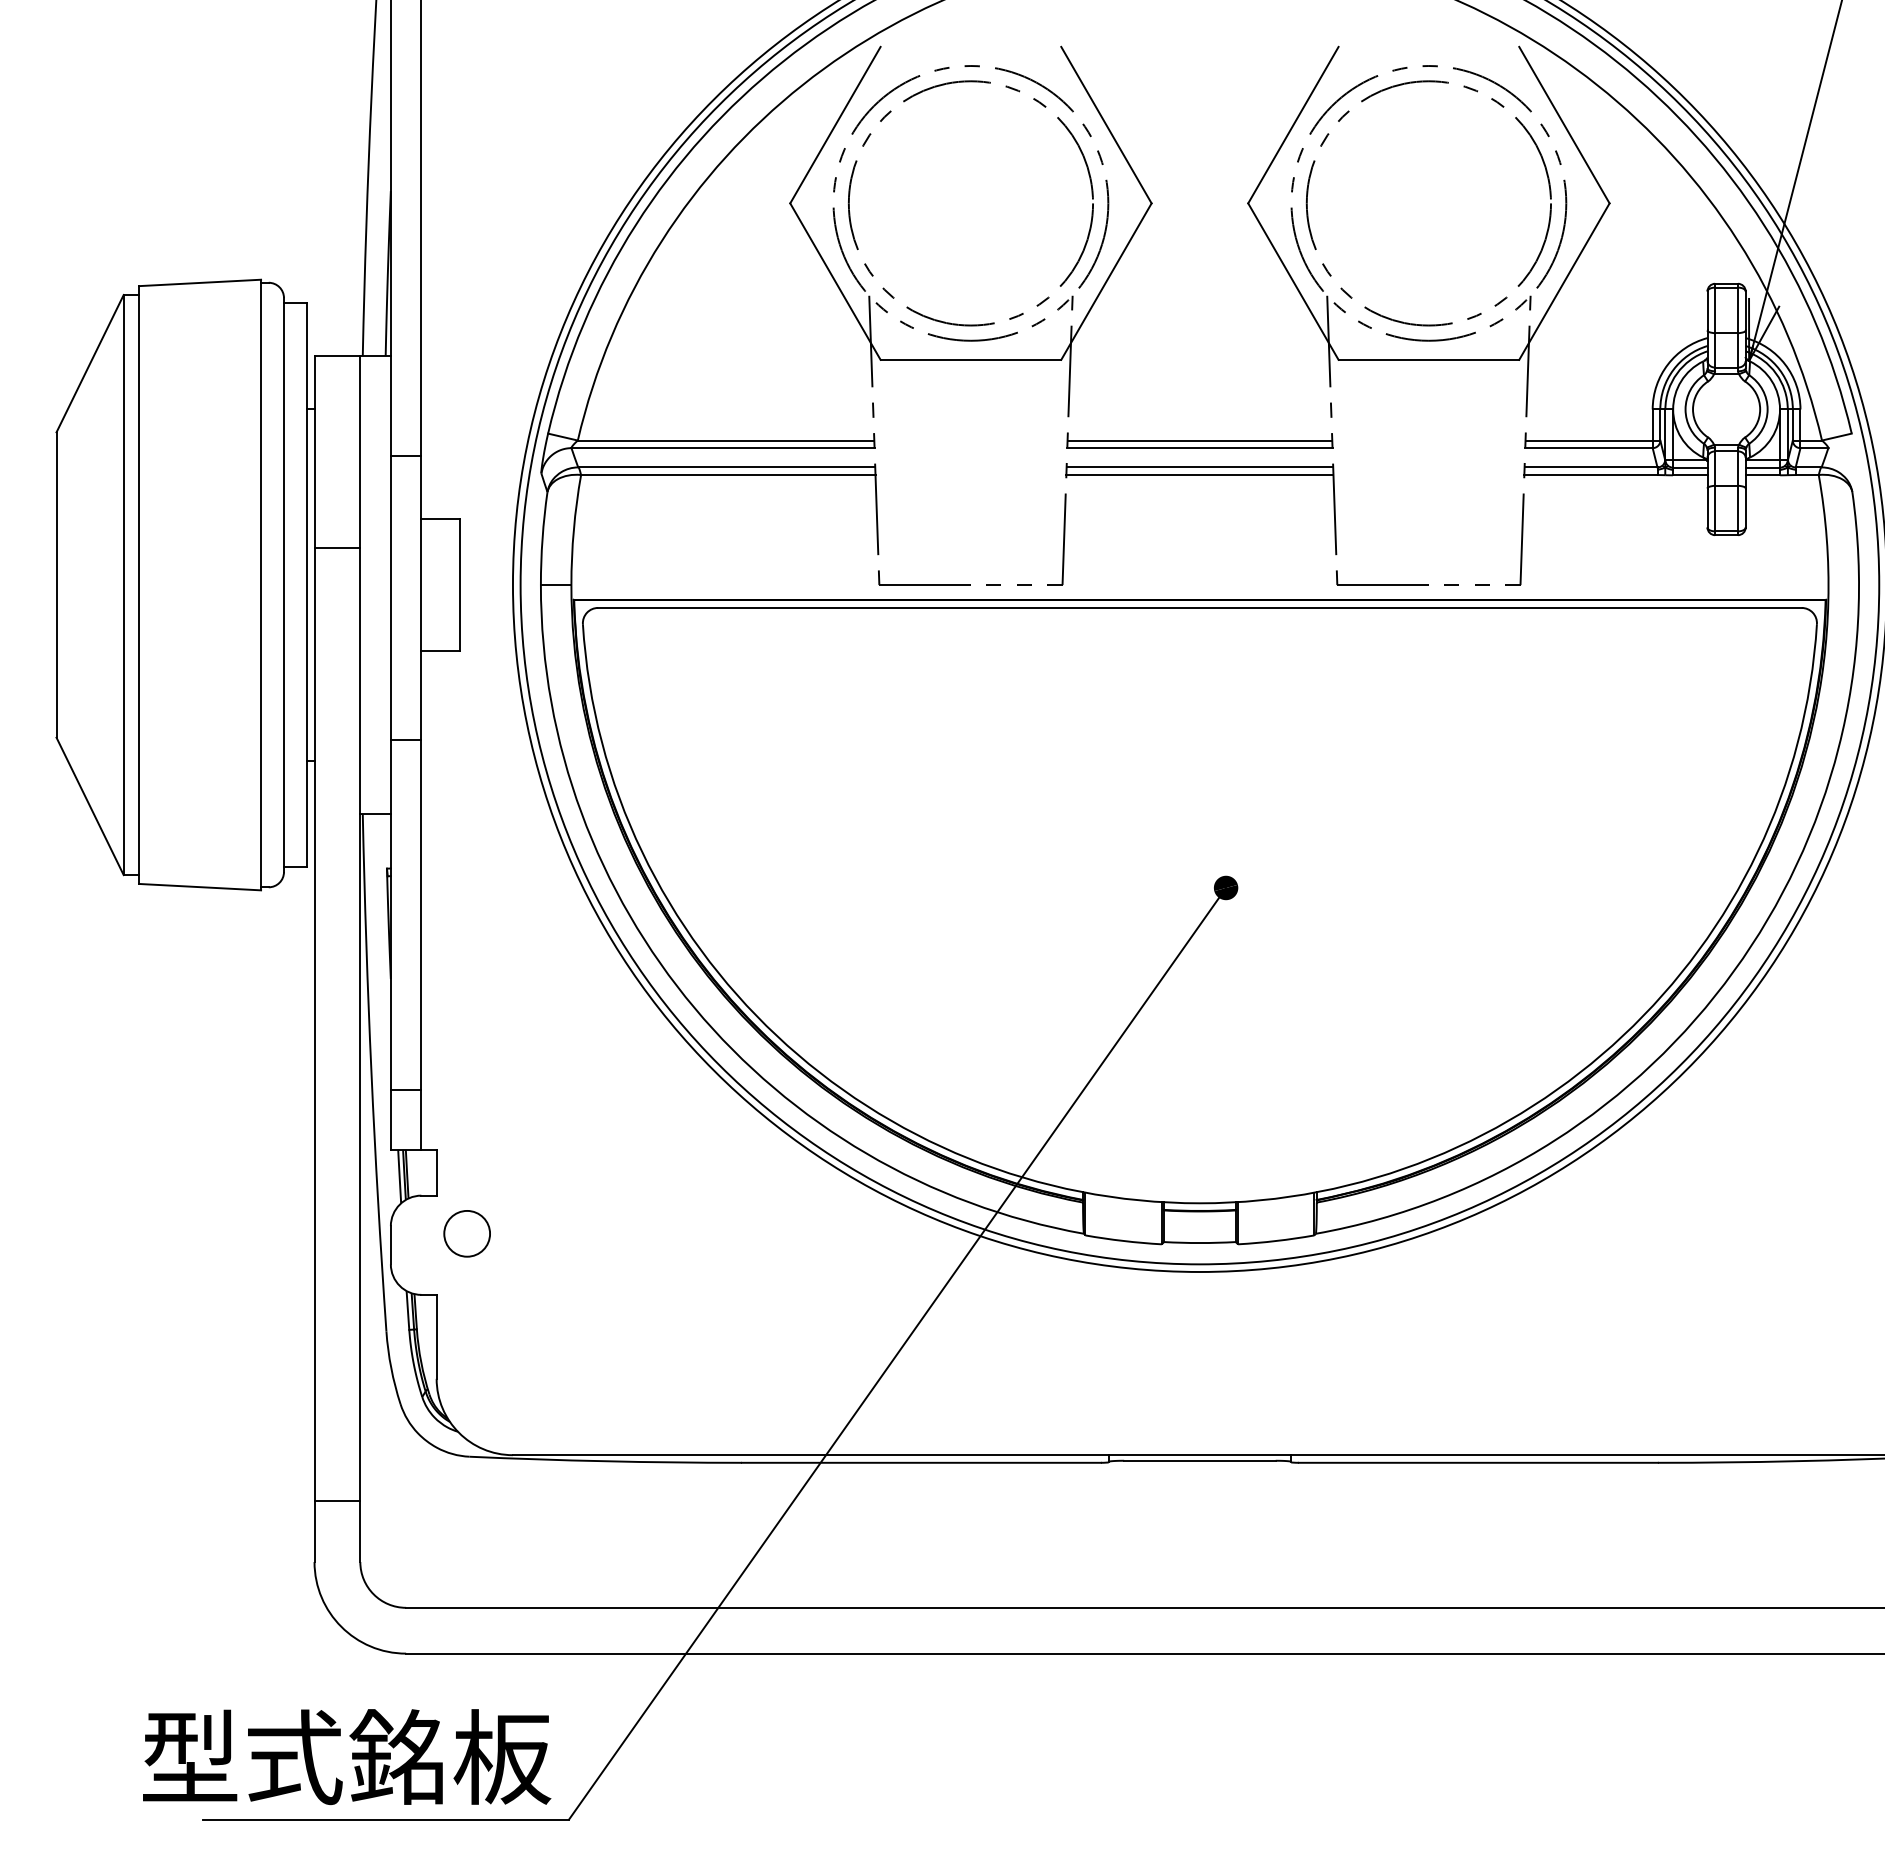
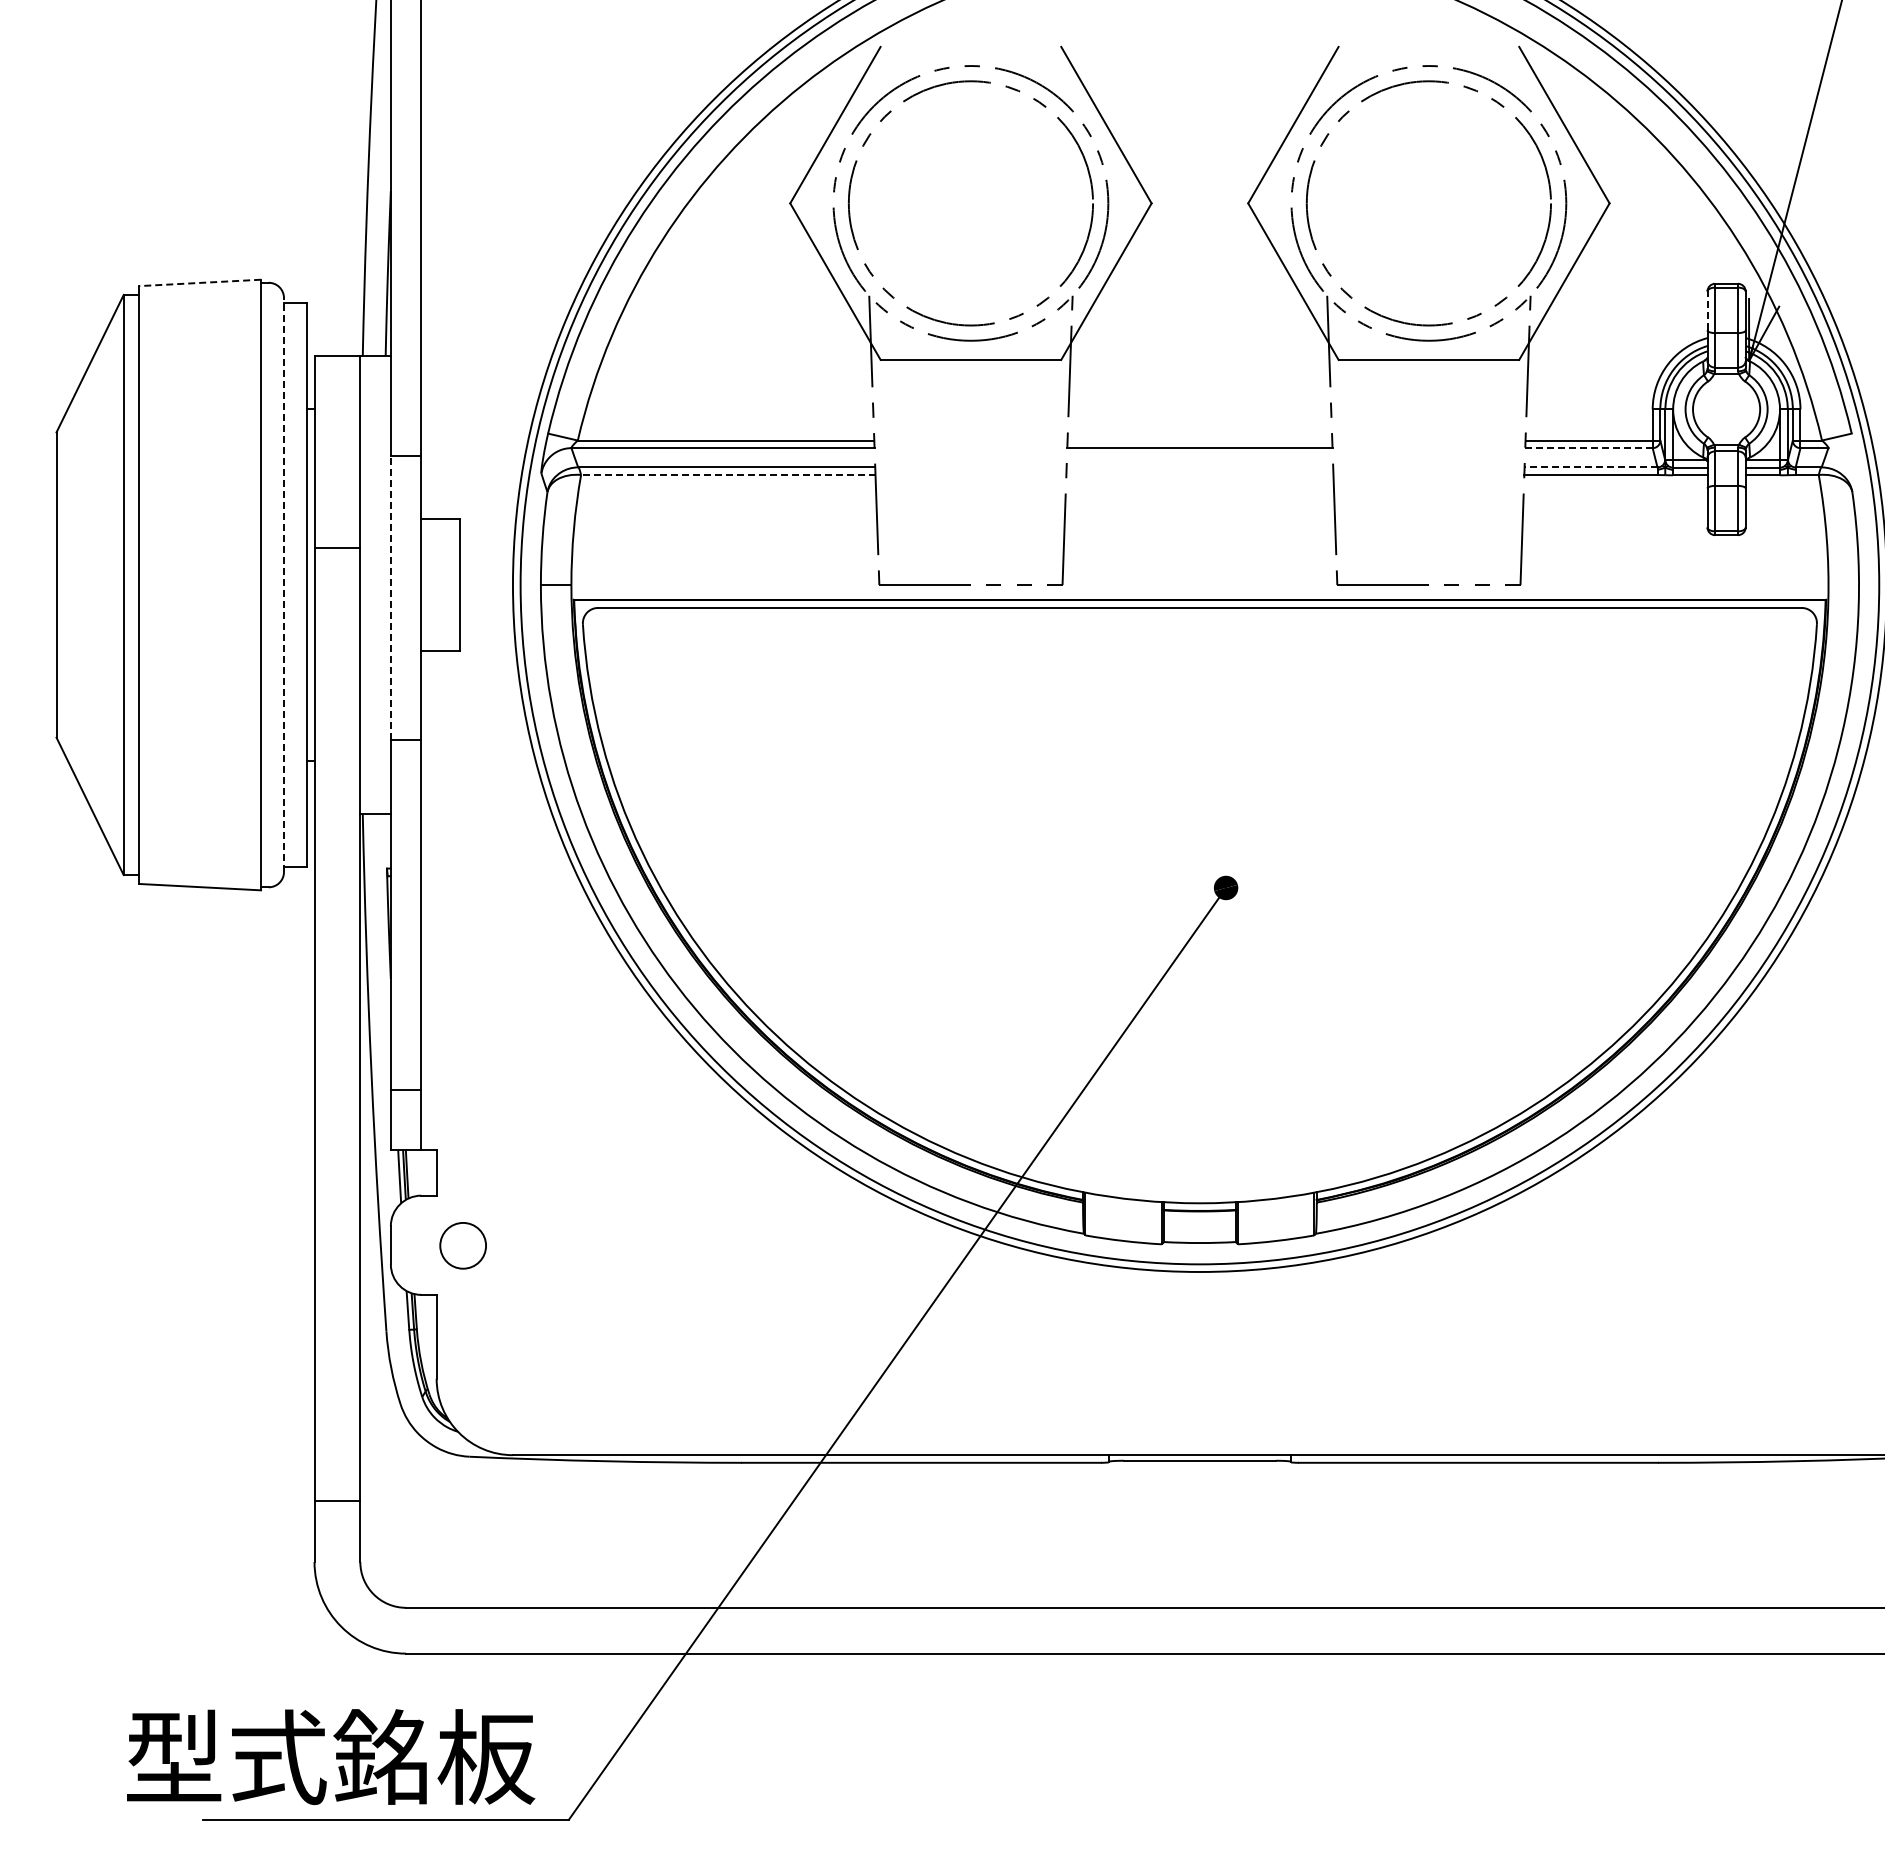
line at (199, 282): solid -> dashed
line at (1707, 310): solid -> dashed
line at (1199, 440): present -> none
line at (1588, 448): solid -> dashed
line at (1199, 467): present -> none
line at (1590, 467): solid -> dashed
line at (727, 475): solid -> dashed
line at (1199, 475): present -> none
line at (284, 585): solid -> dashed
line at (390, 597): solid -> dashed
circle at (466, 1233) position: (466, 1233) -> (462, 1245)
text at (347, 1757) position: (347, 1757) -> (331, 1757)
